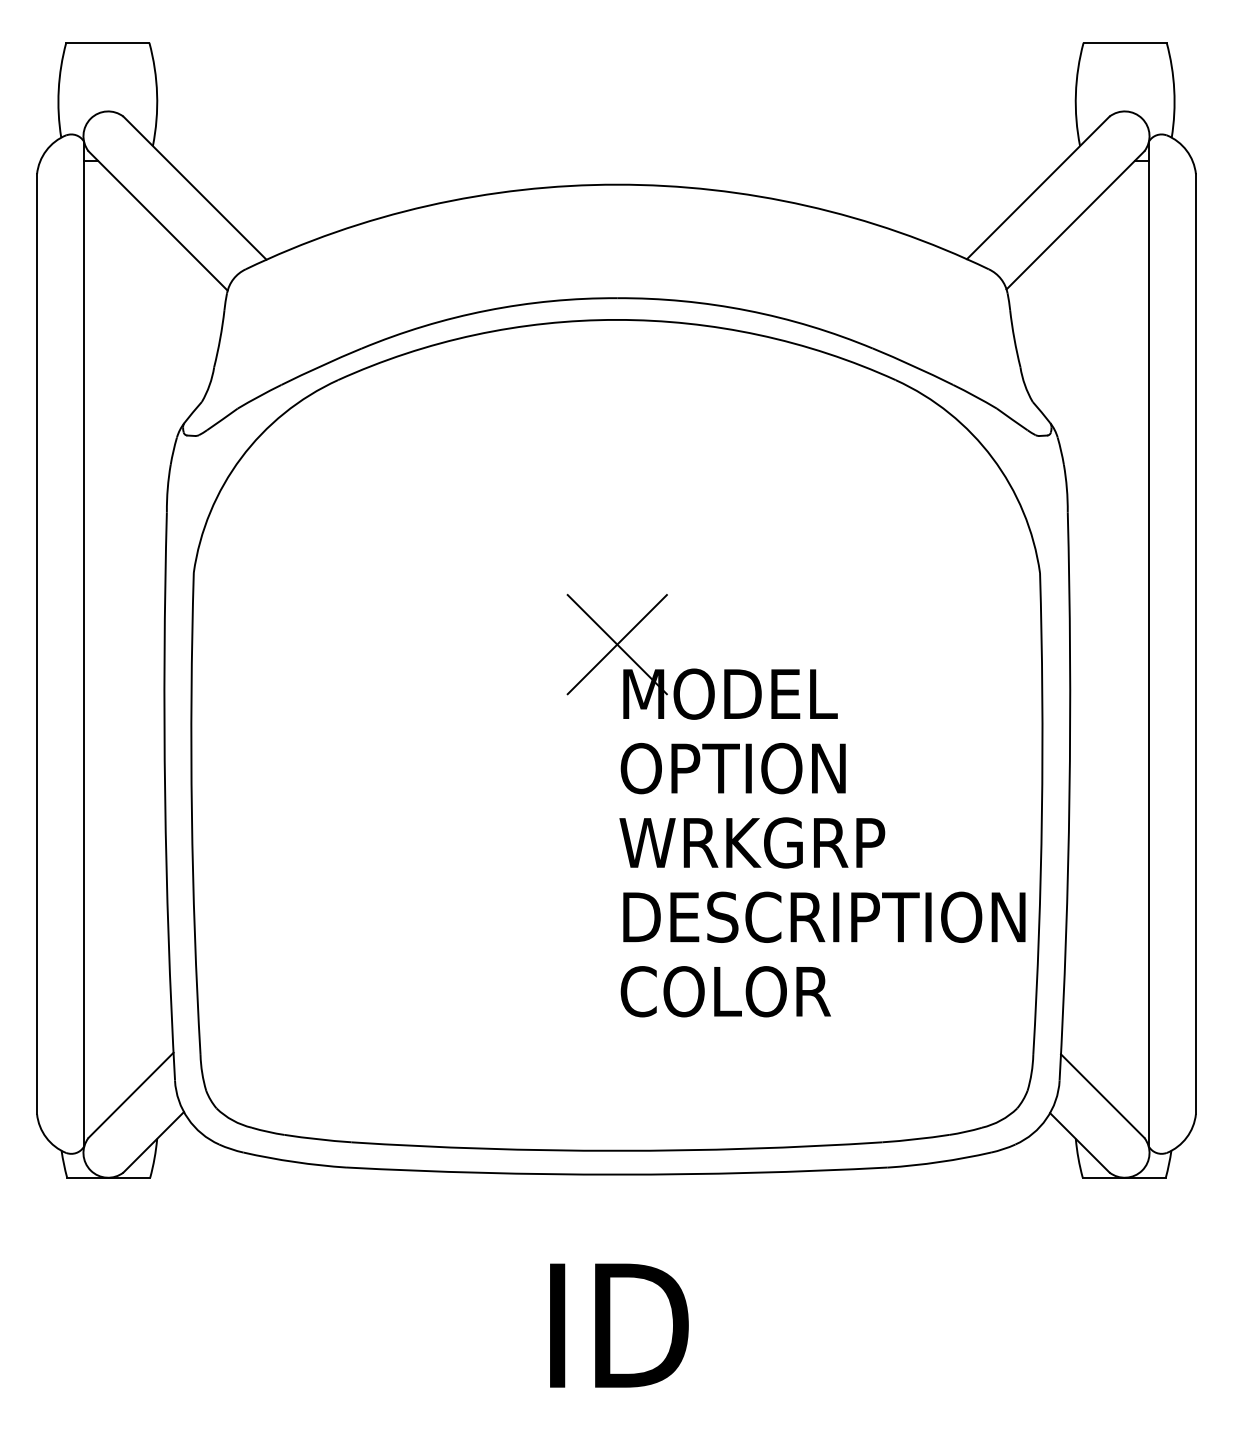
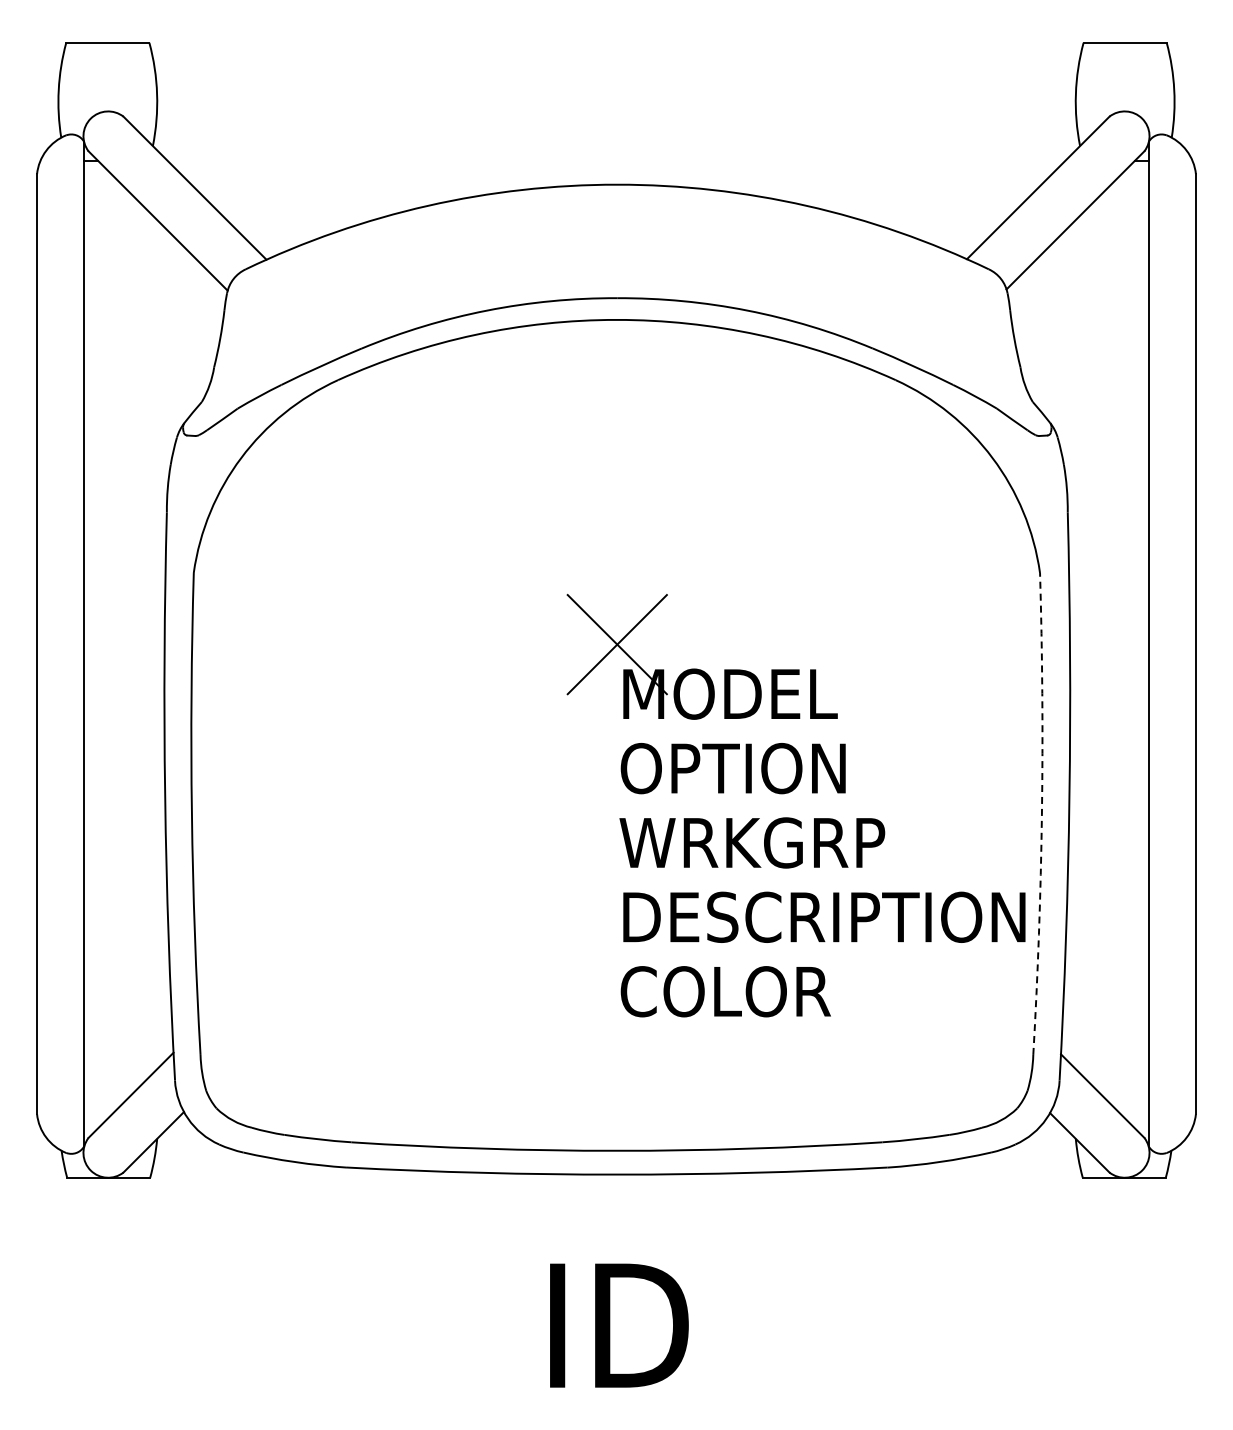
arc at (1041, 814): solid -> dashed
